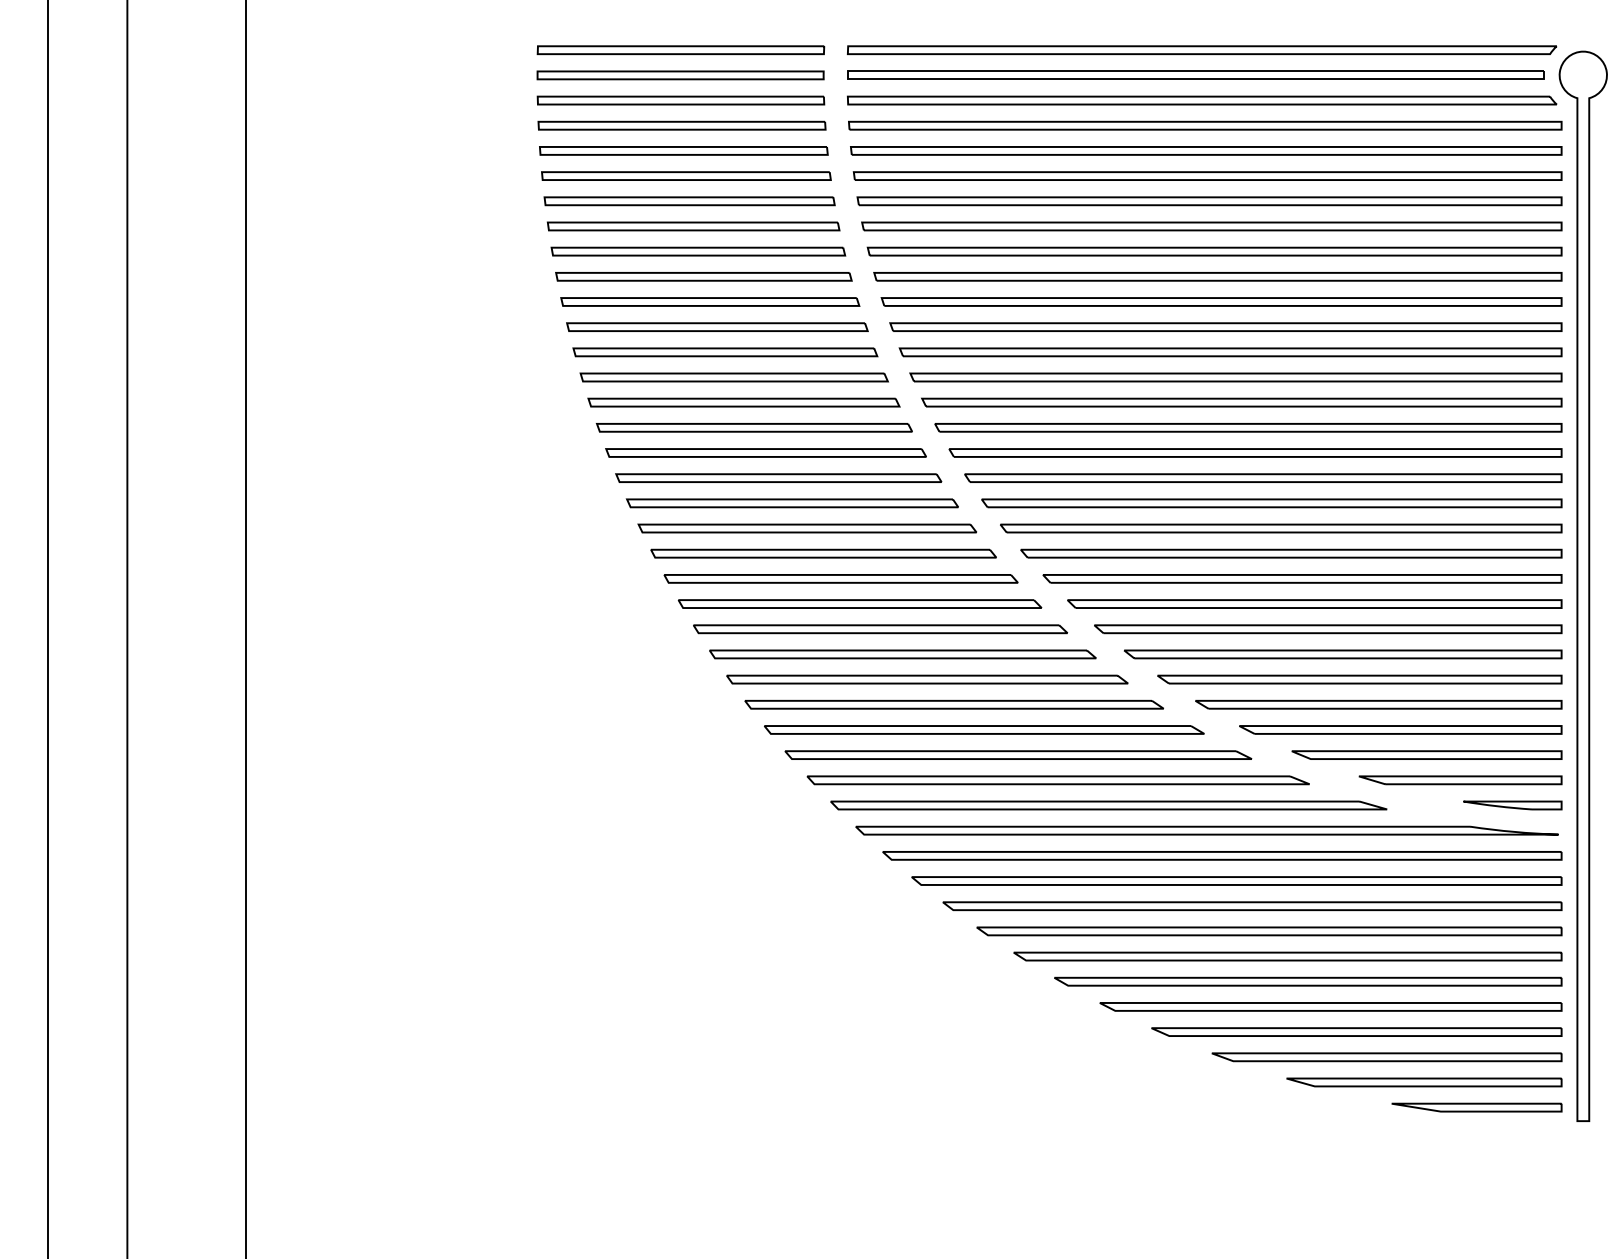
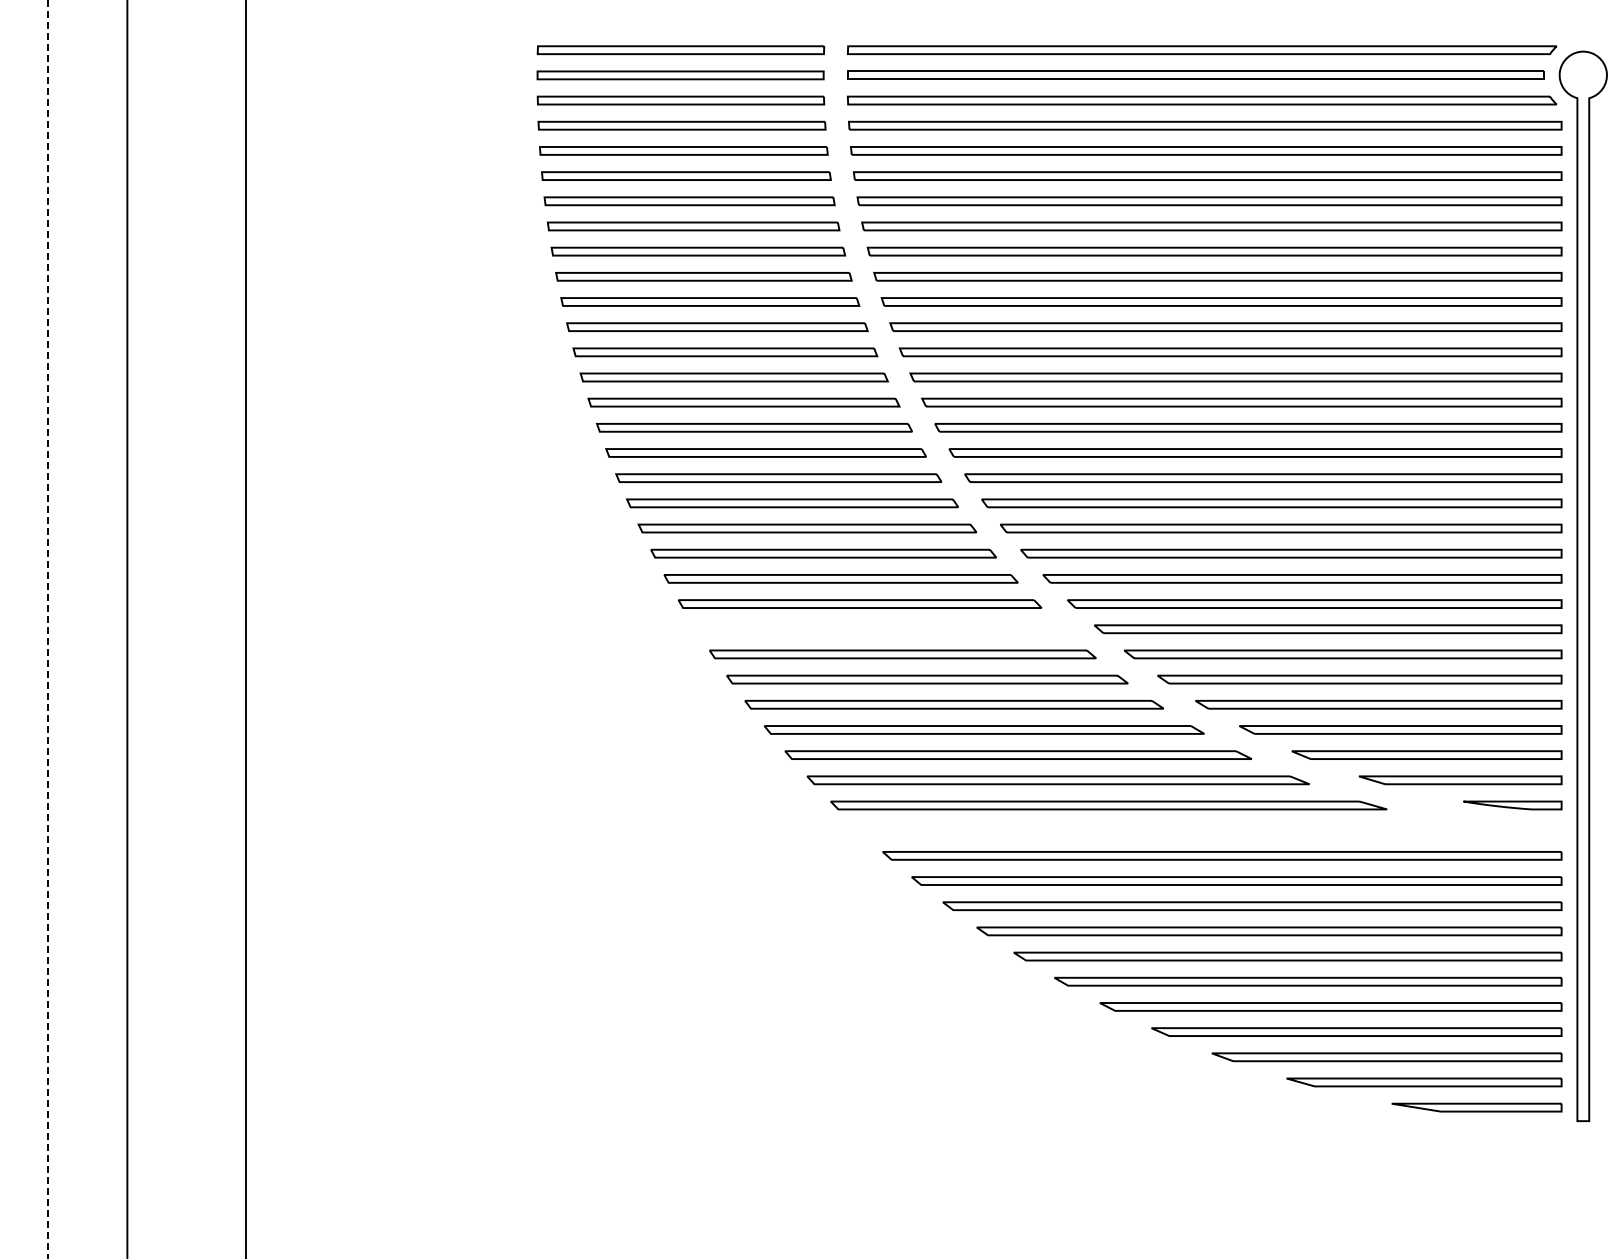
line at (48, 629): solid -> dashed
part at (880, 629): present -> none
part at (1206, 830): present -> none
